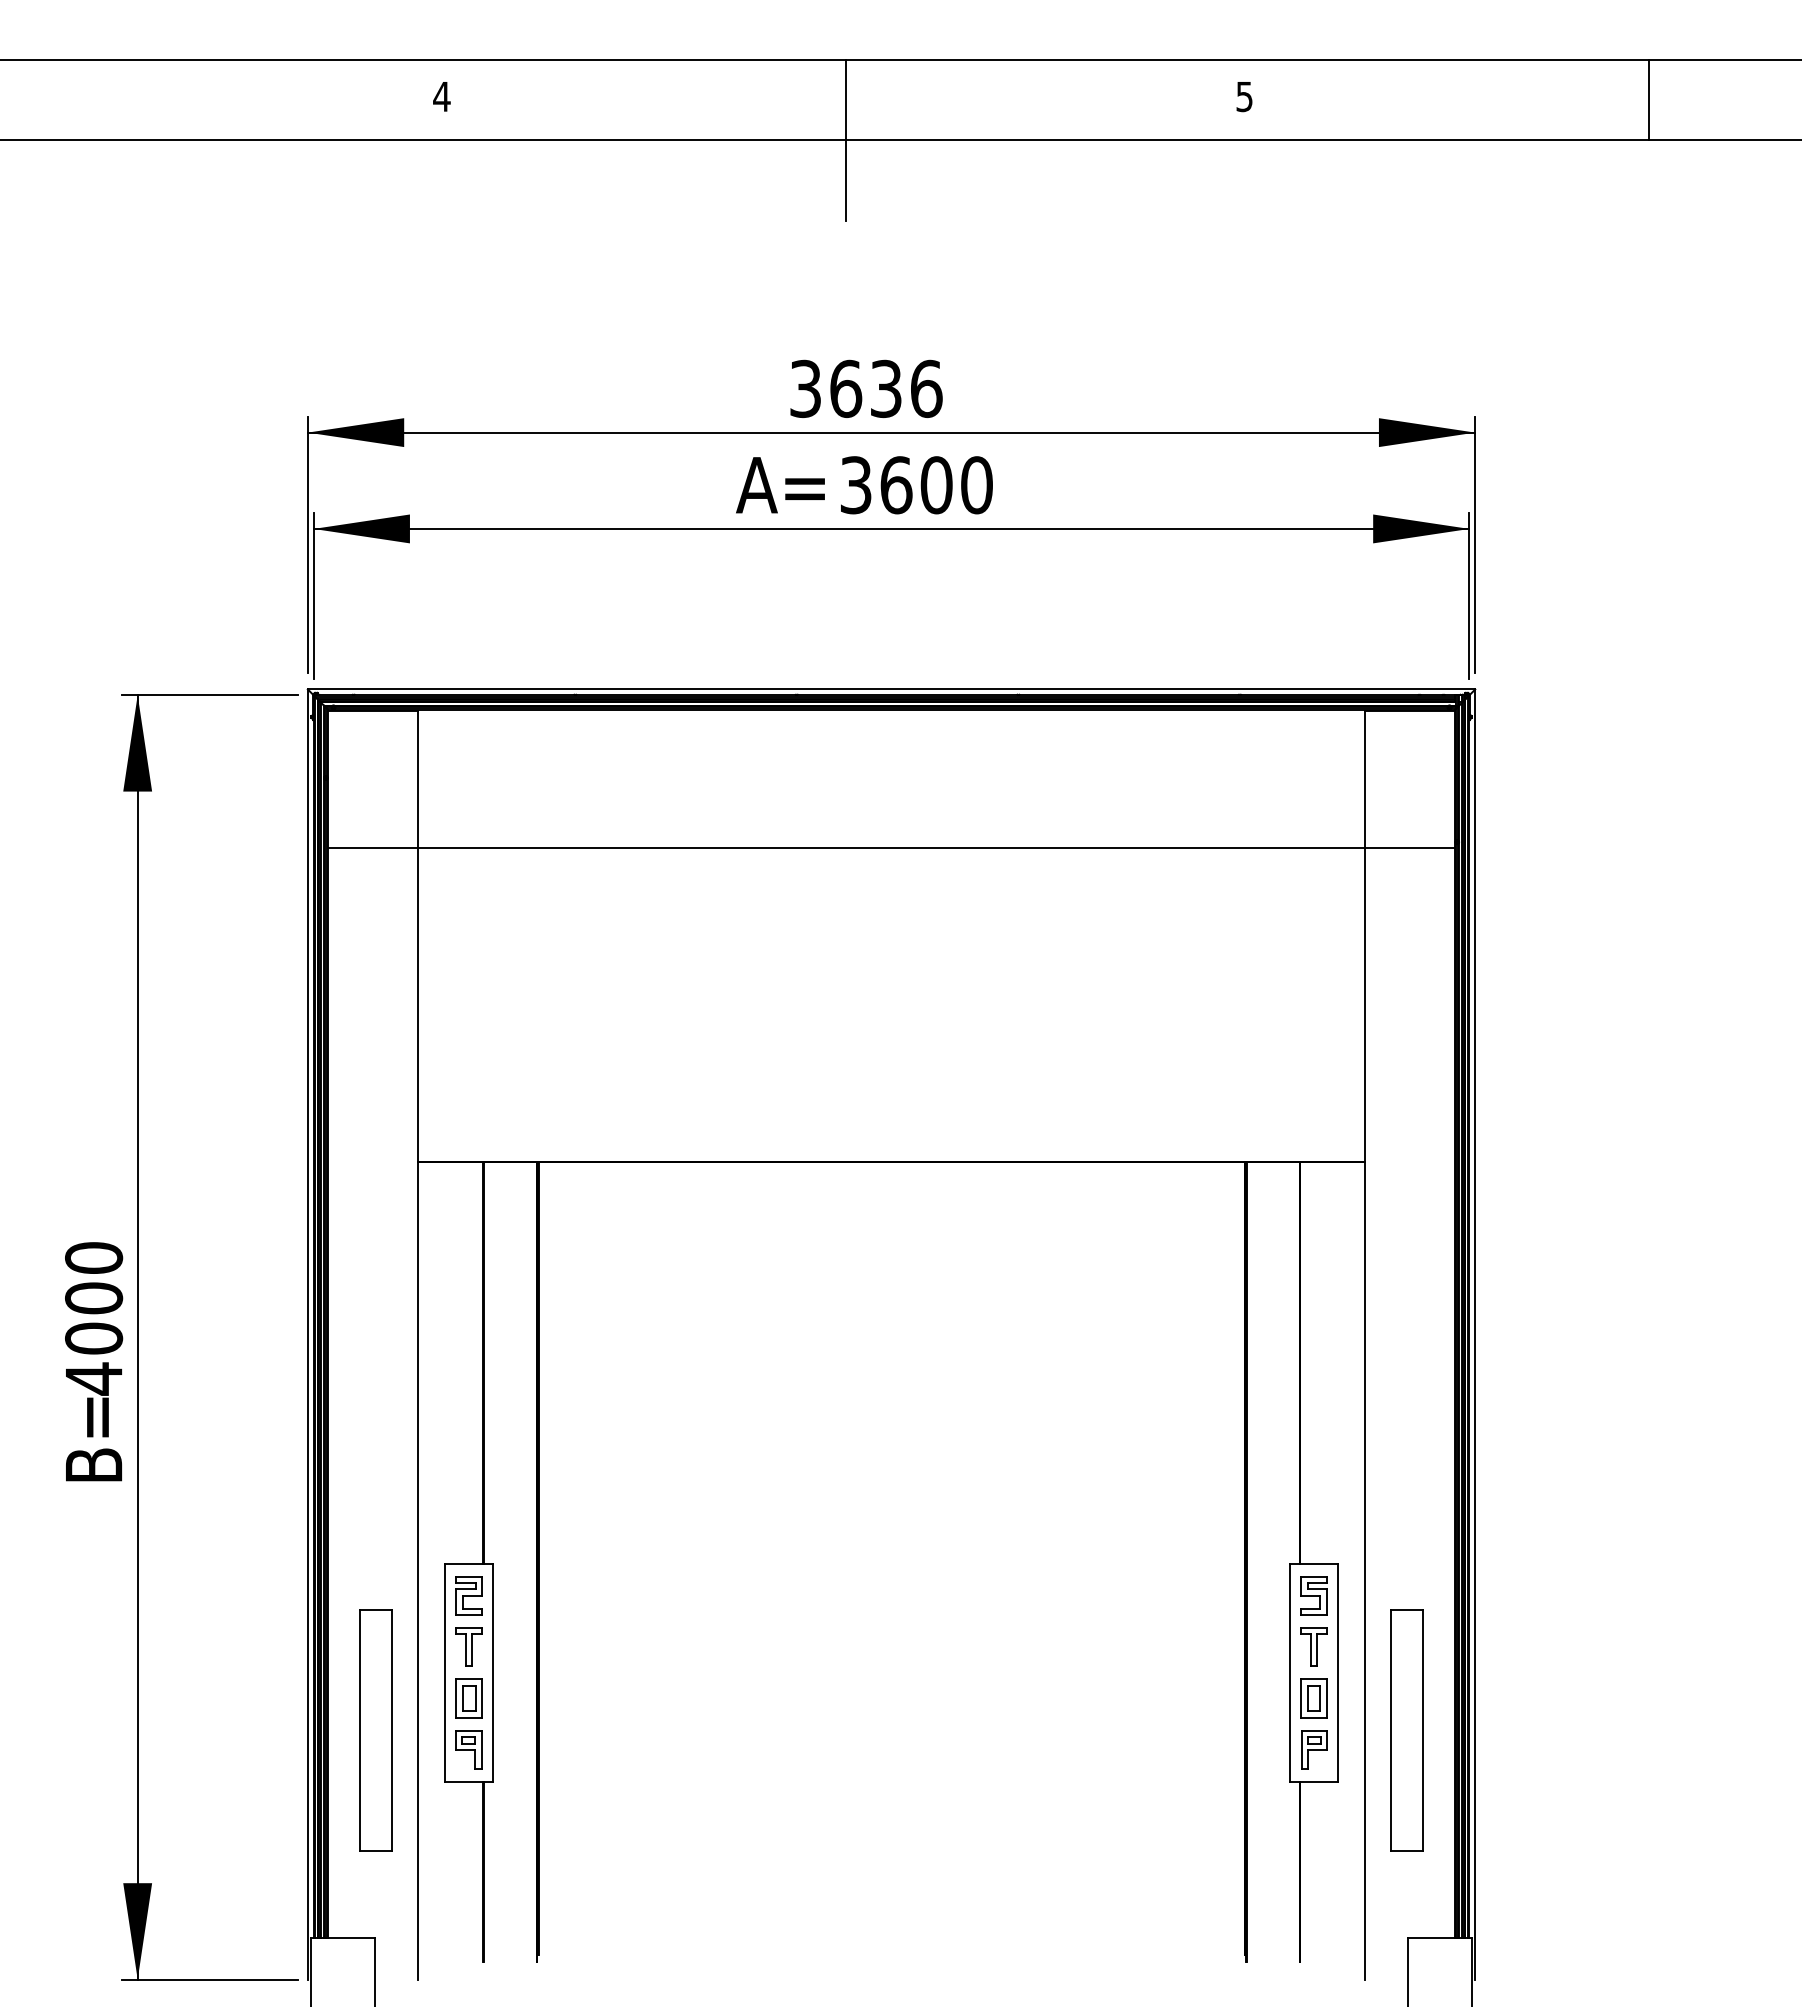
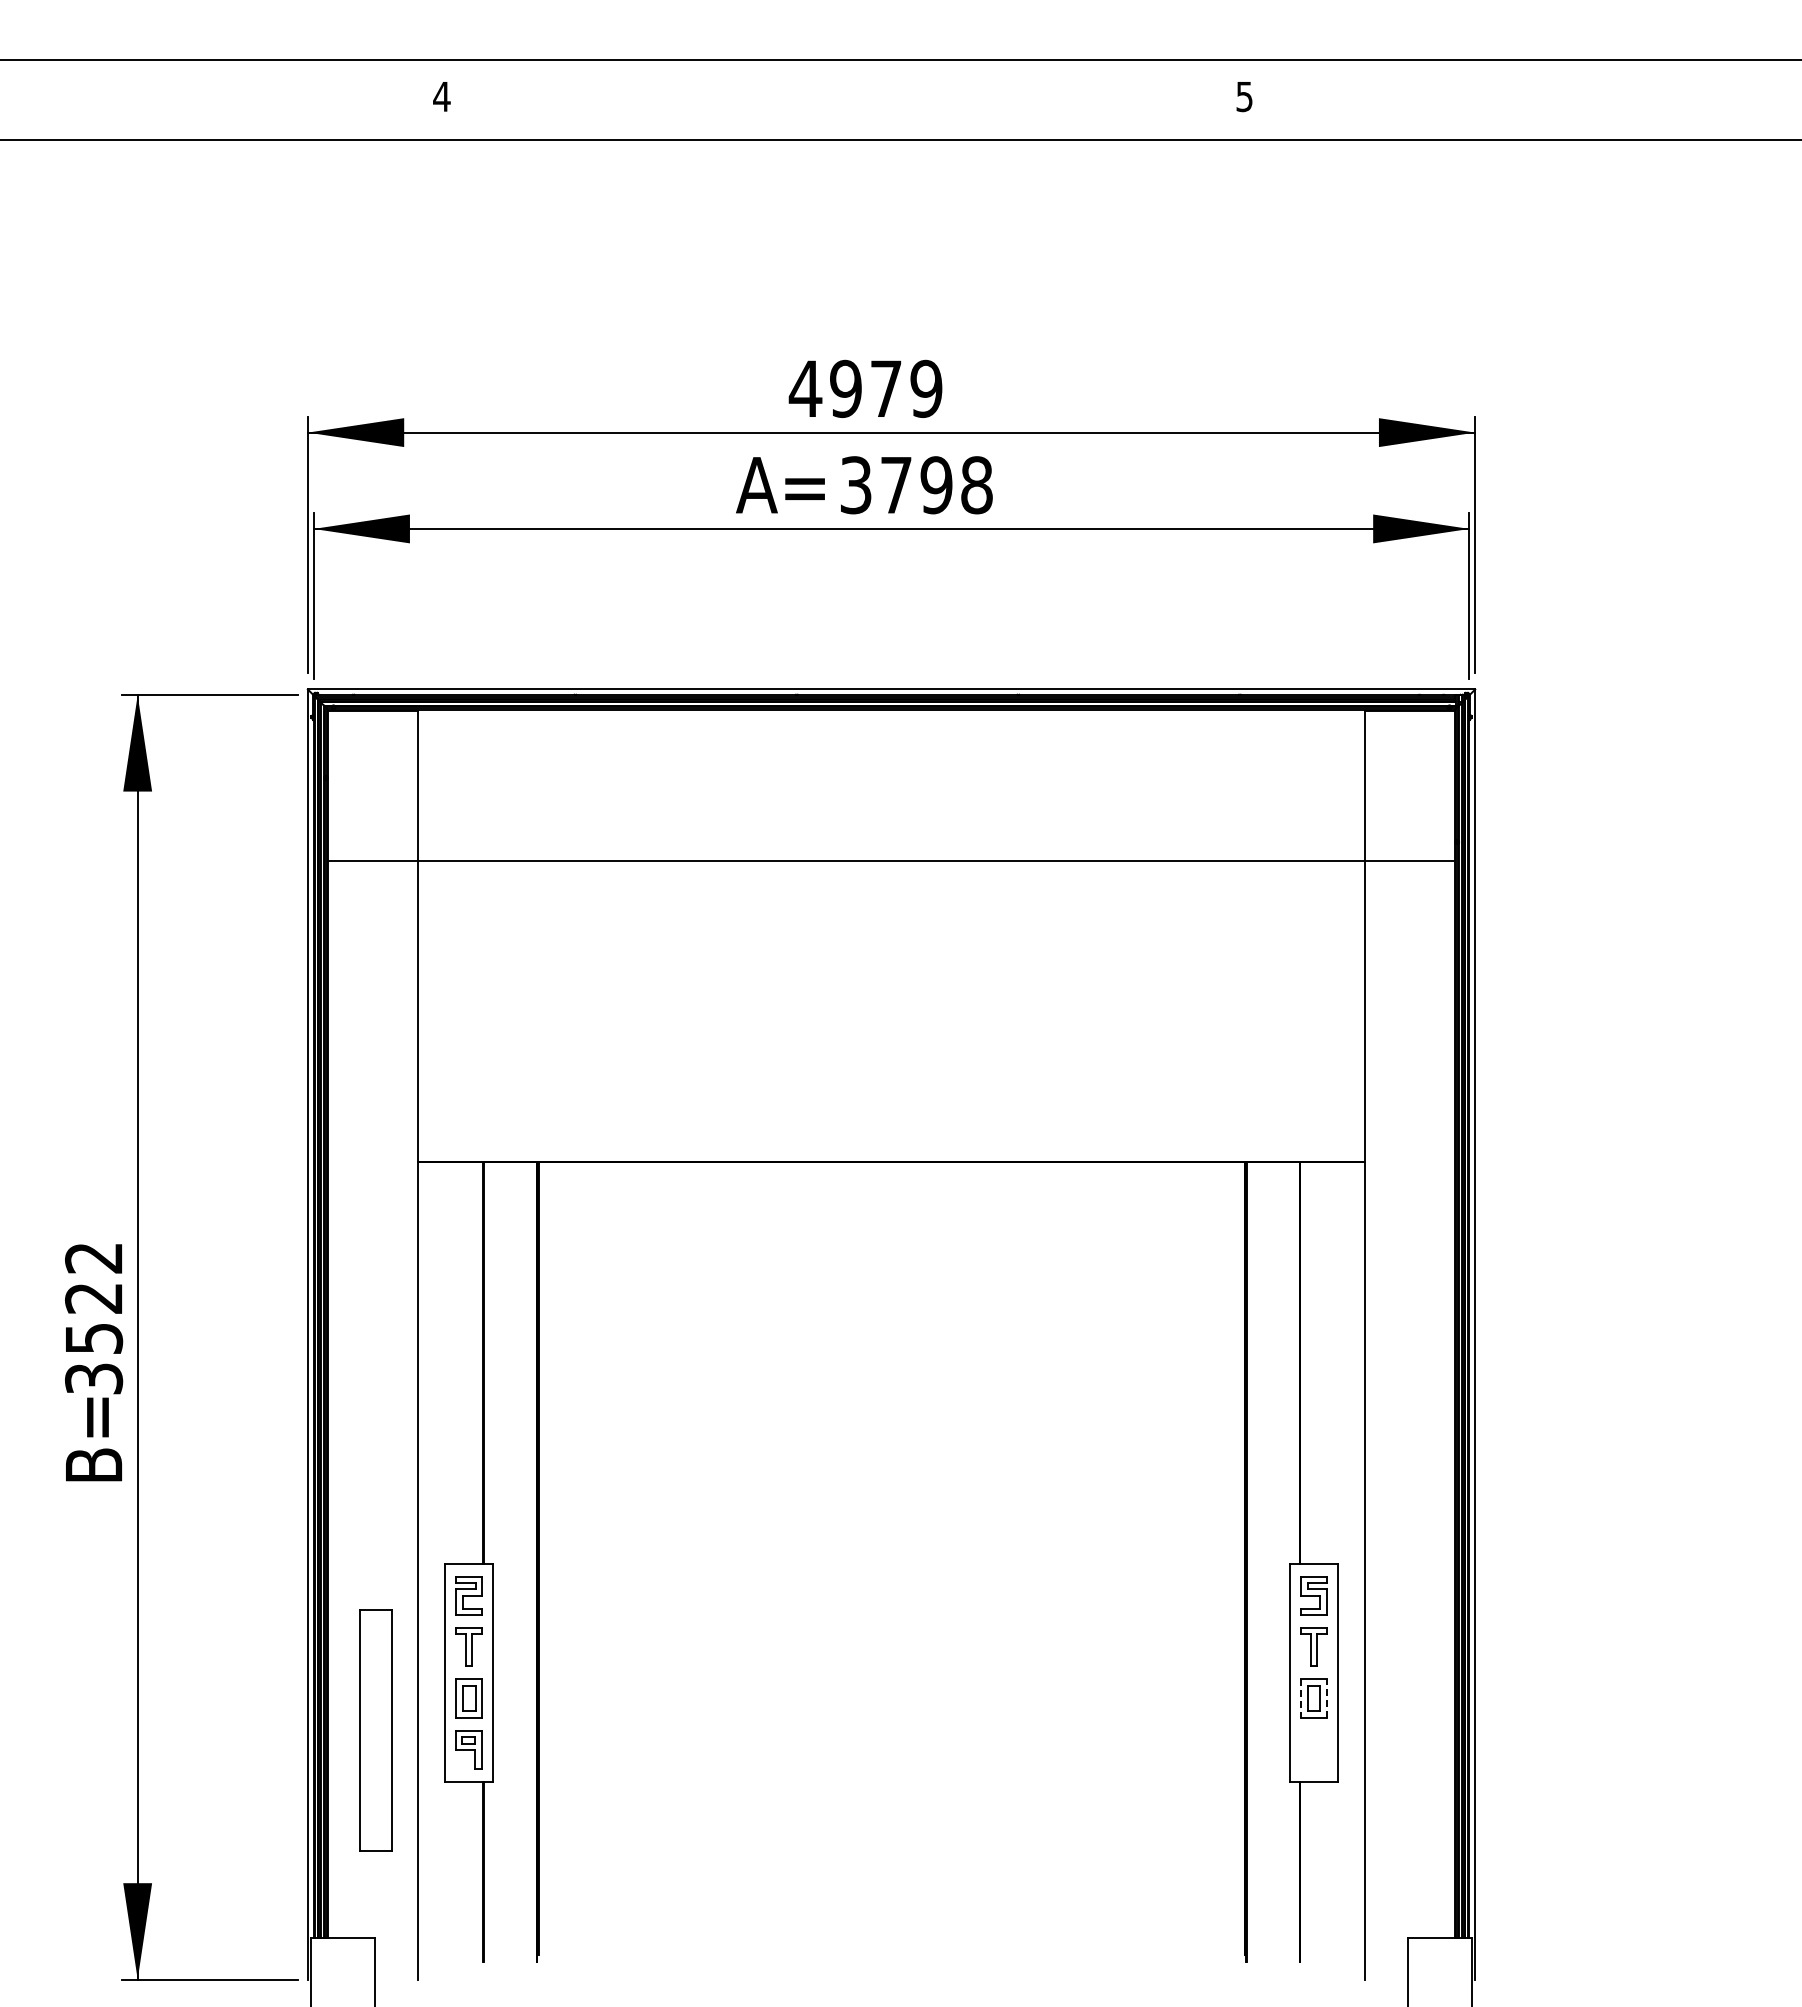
line at (1648, 100): present -> none
line at (846, 140): present -> none
text at (865, 388): 3636 -> 4979
text at (936, 485): 3600 -> 3798
line at (891, 847) position: (891, 847) -> (891, 860)
text at (94, 1318): 4000 -> 3522
line at (1326, 1698): solid -> dashed
line at (1301, 1699): solid -> dashed
part at (1406, 1730): present -> none
part at (1314, 1749): present -> none
